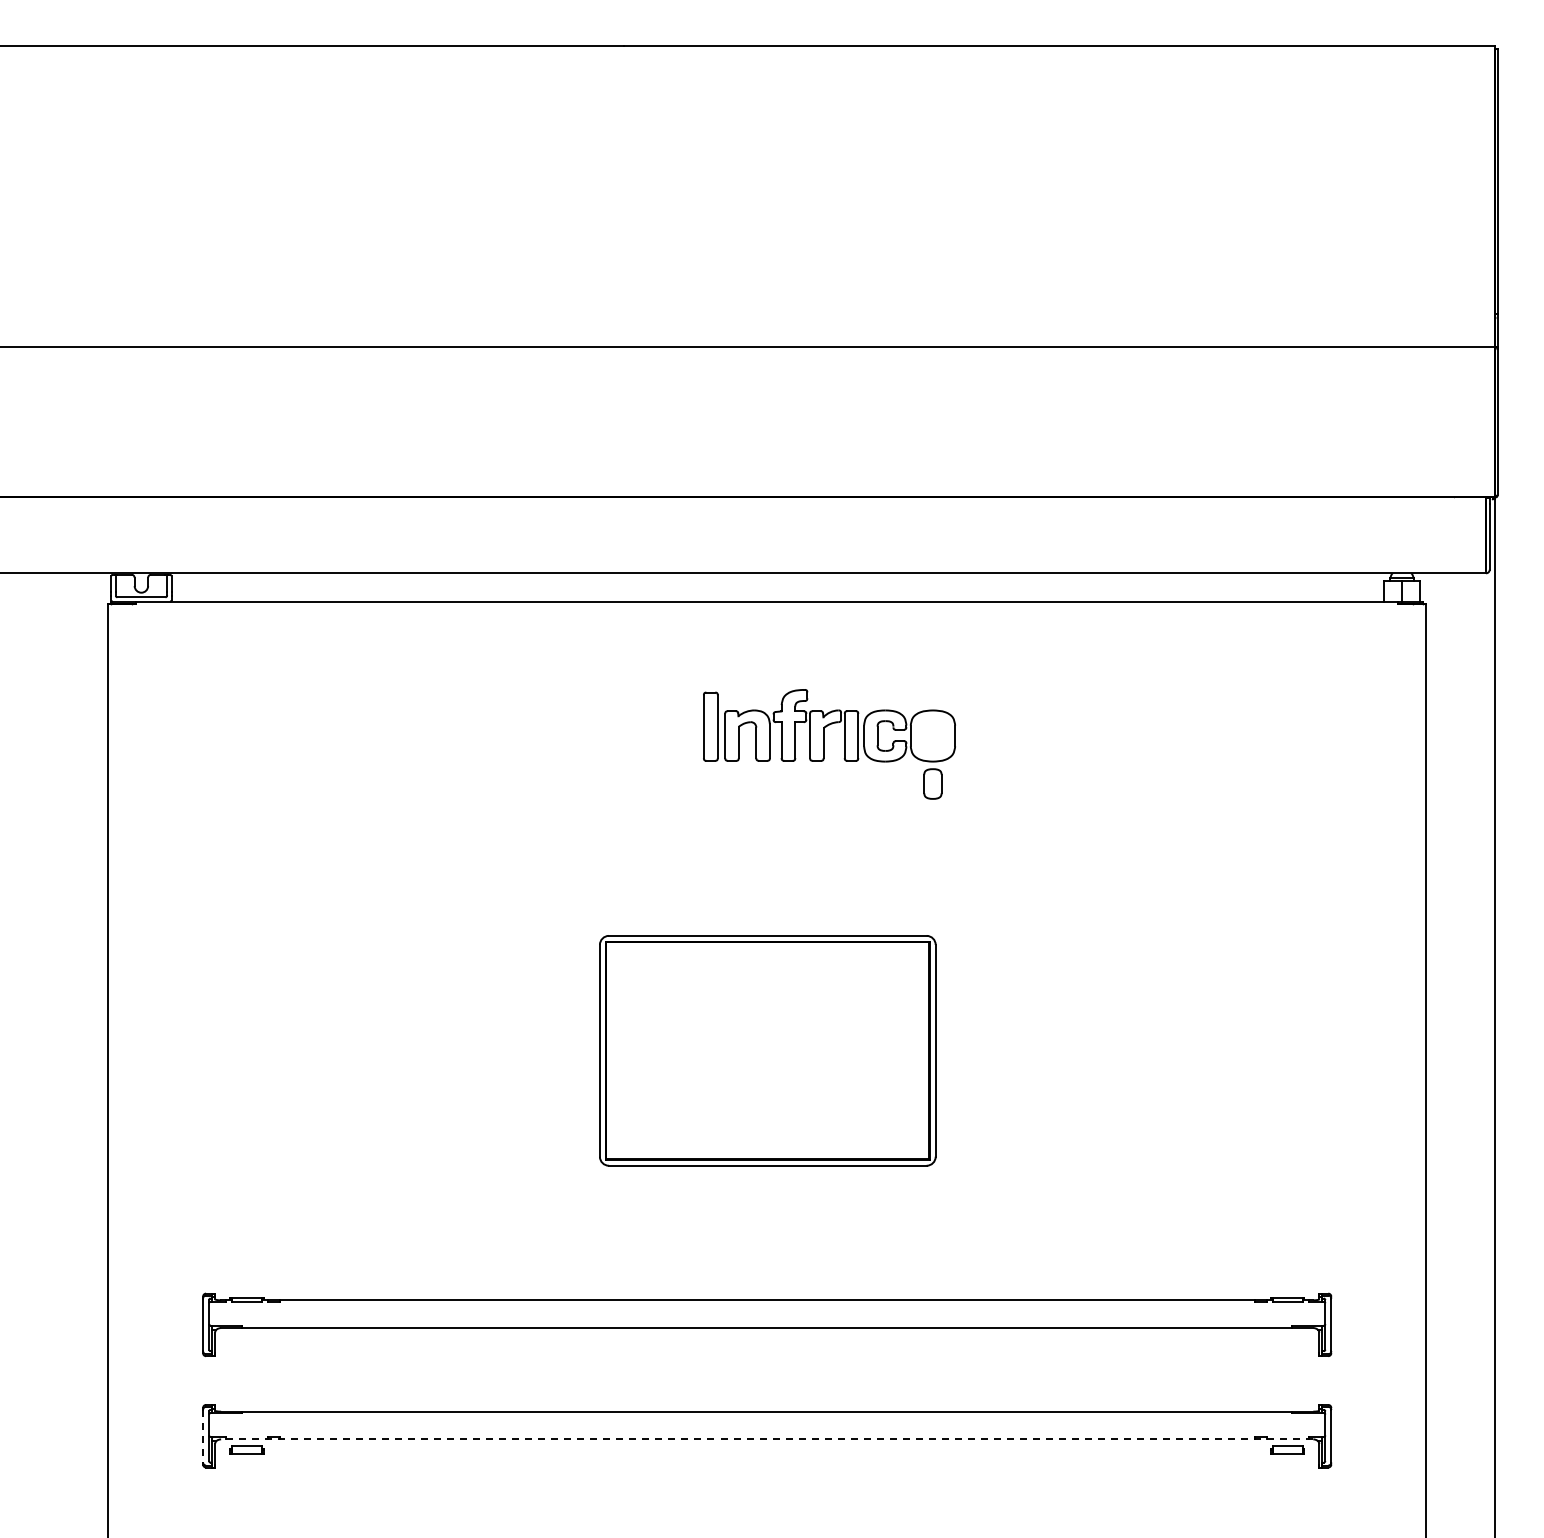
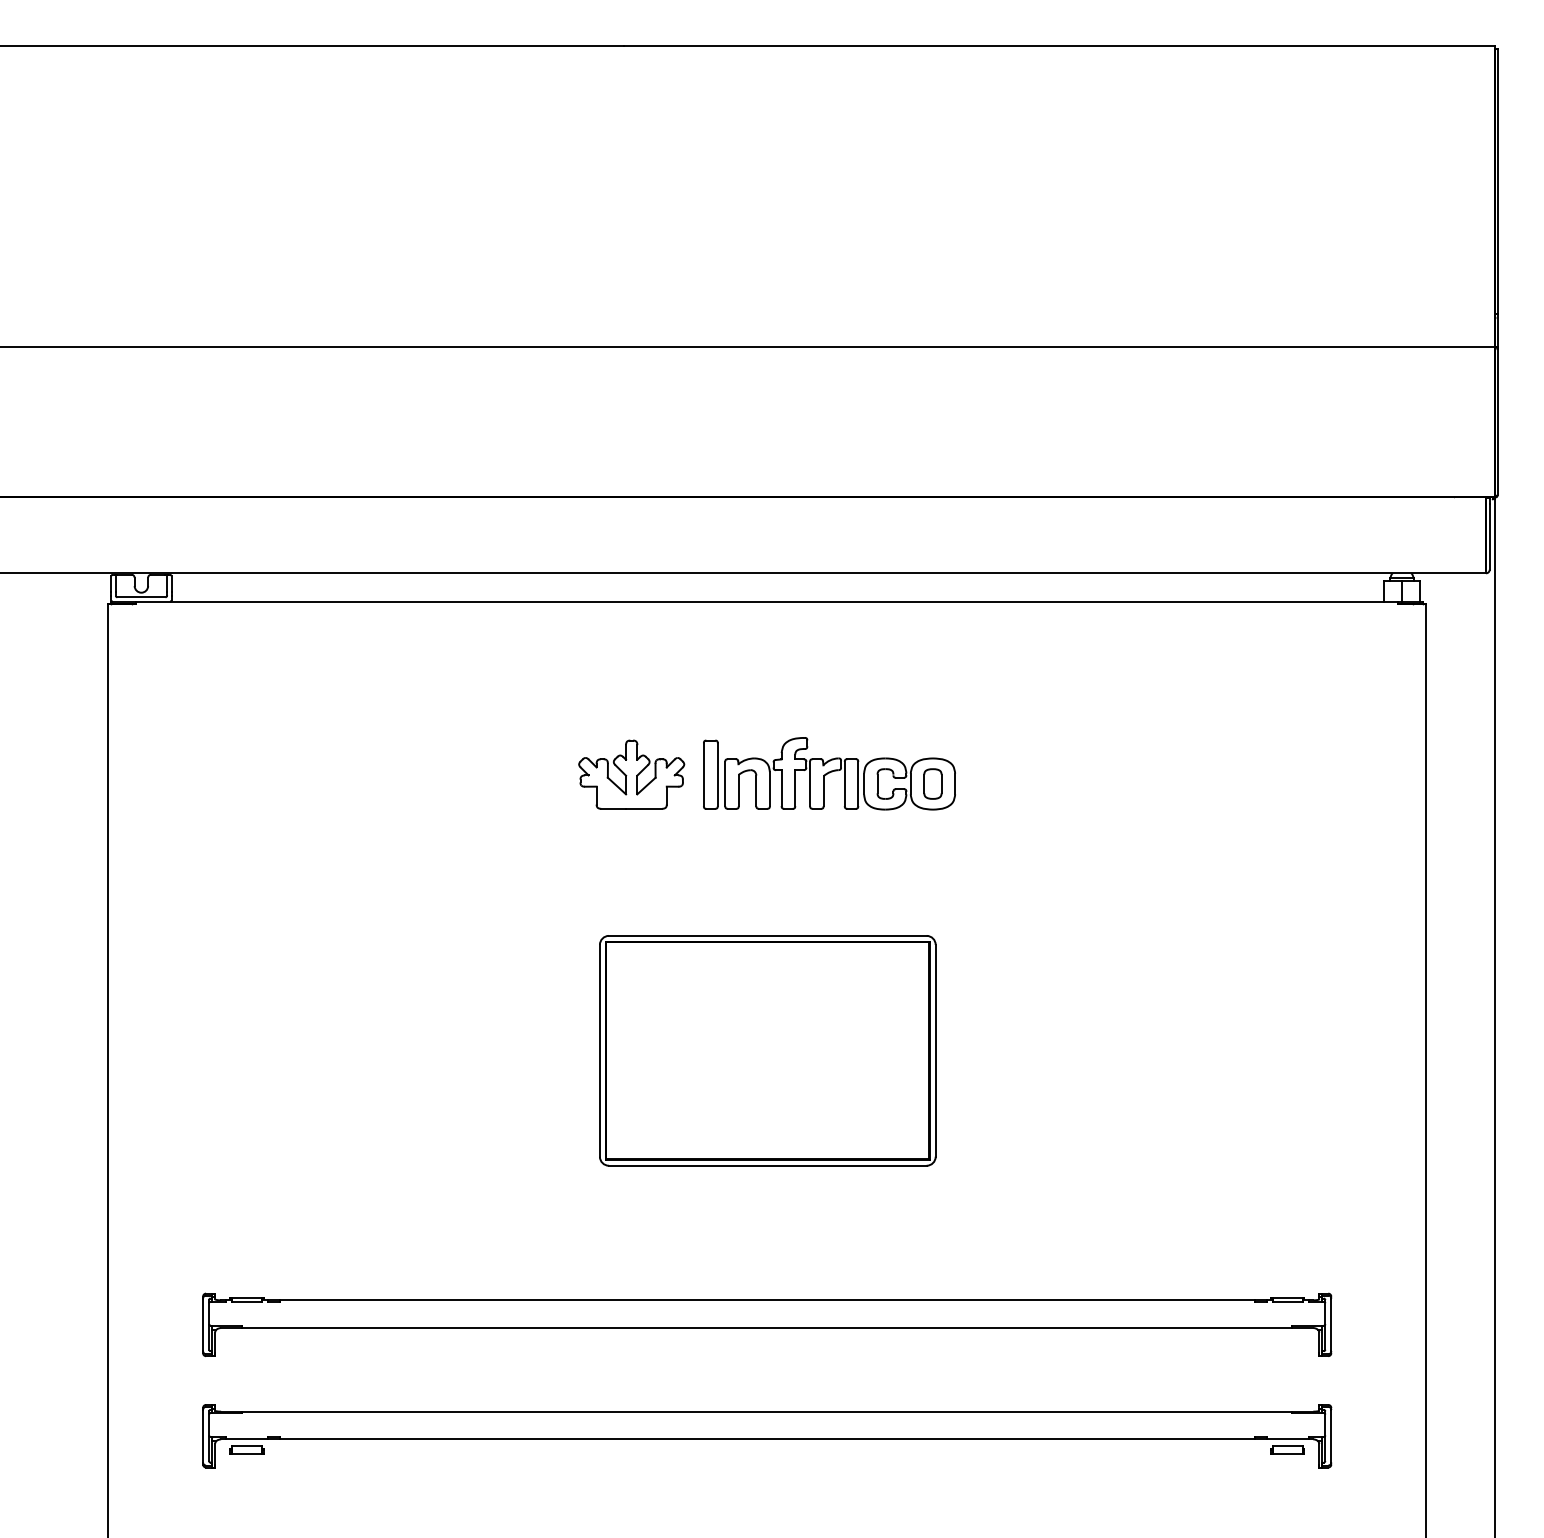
part at (829, 725) position: (829, 725) -> (829, 773)
part at (631, 774): none -> present
line at (203, 1436): dashed -> solid
line at (766, 1439): dashed -> solid
